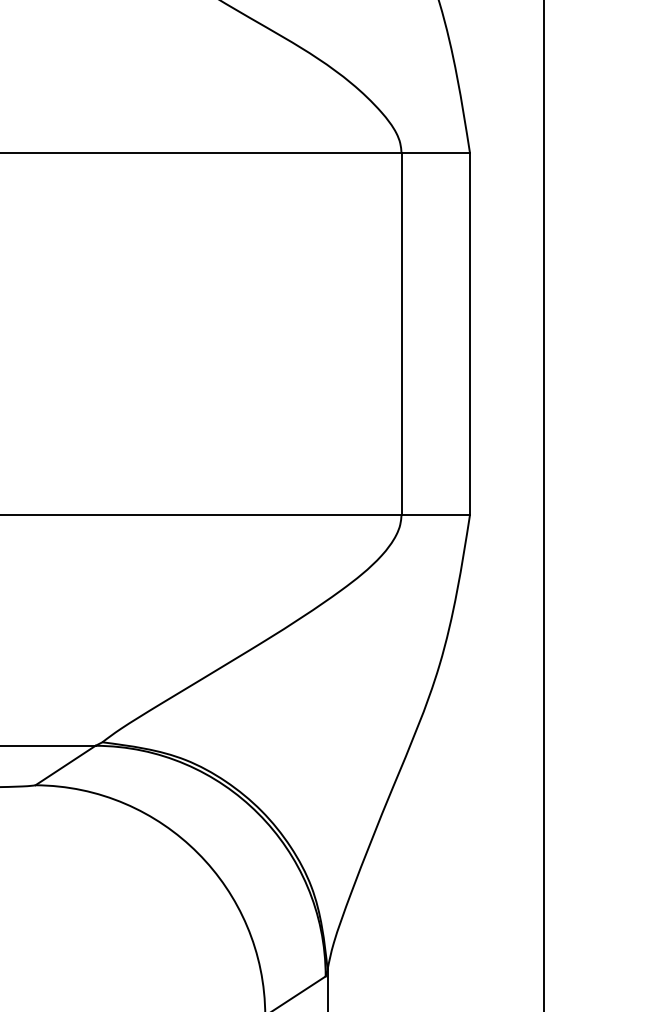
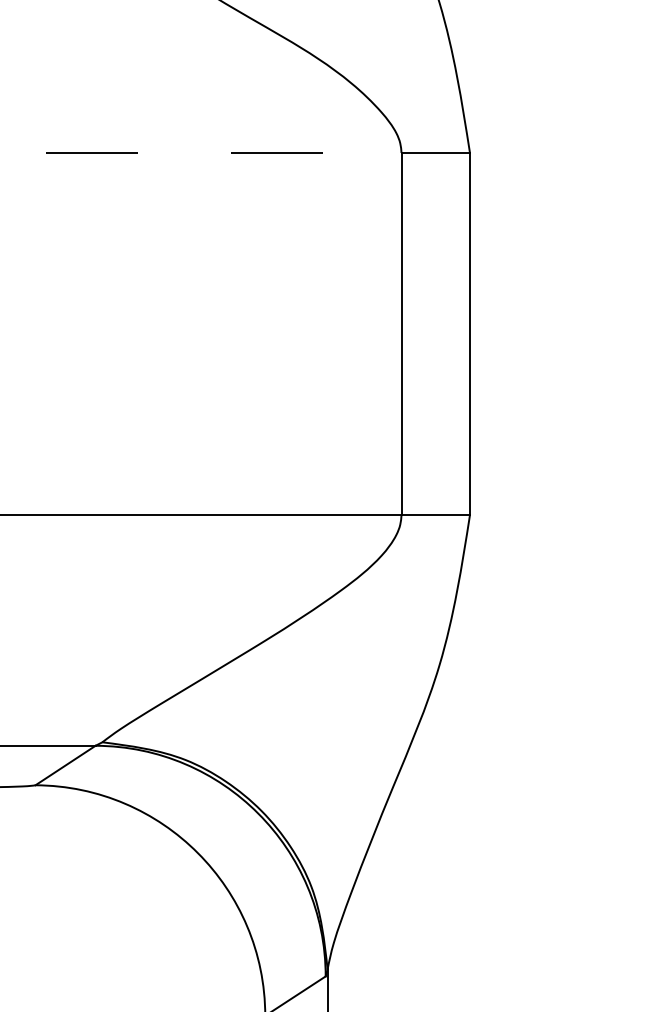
line at (201, 152): solid -> dashed
line at (543, 505): present -> none
